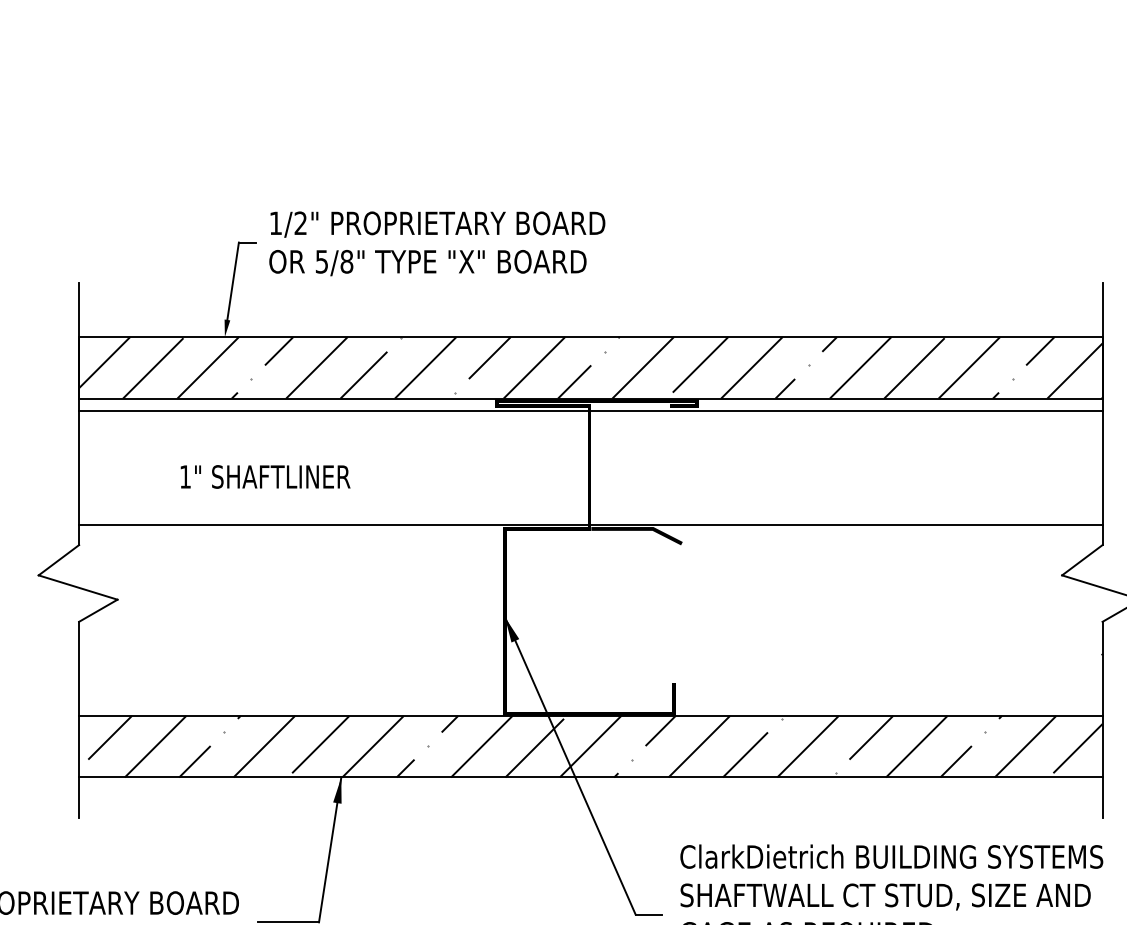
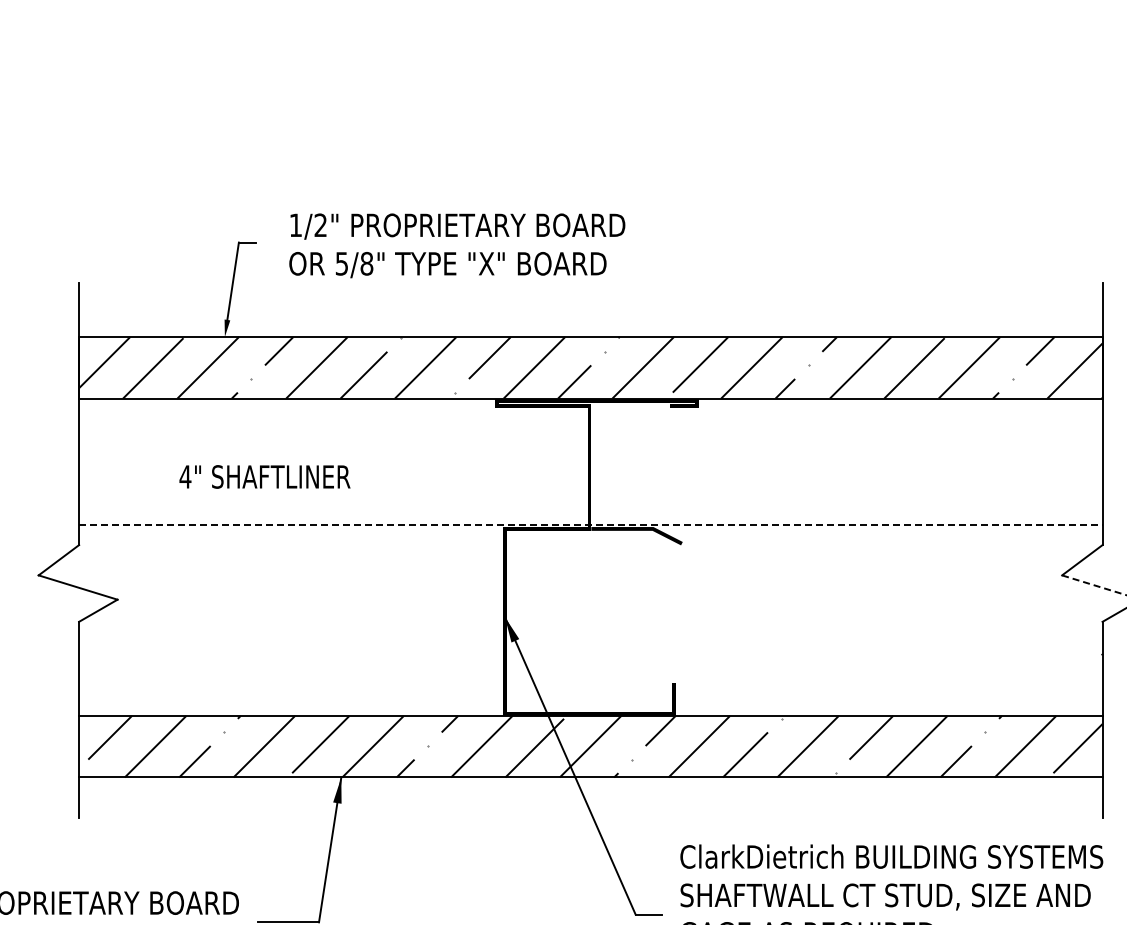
text at (437, 243) position: (437, 243) -> (457, 245)
line at (590, 410): present -> none
text at (185, 476): 1" -> 4"
line at (590, 524): solid -> dashed
line at (1094, 585): solid -> dashed
